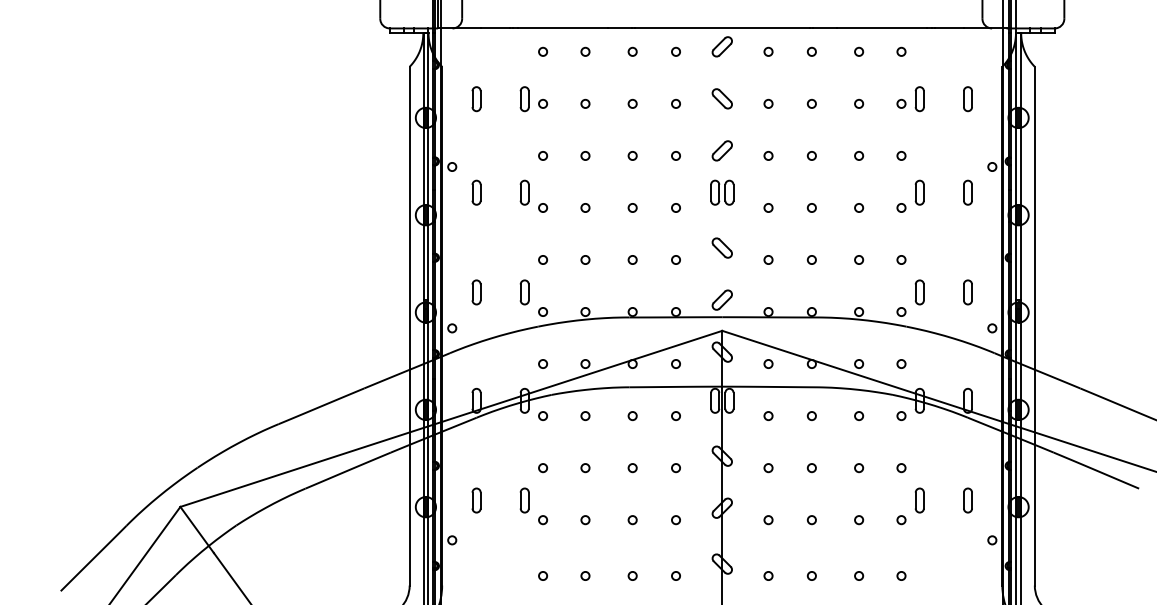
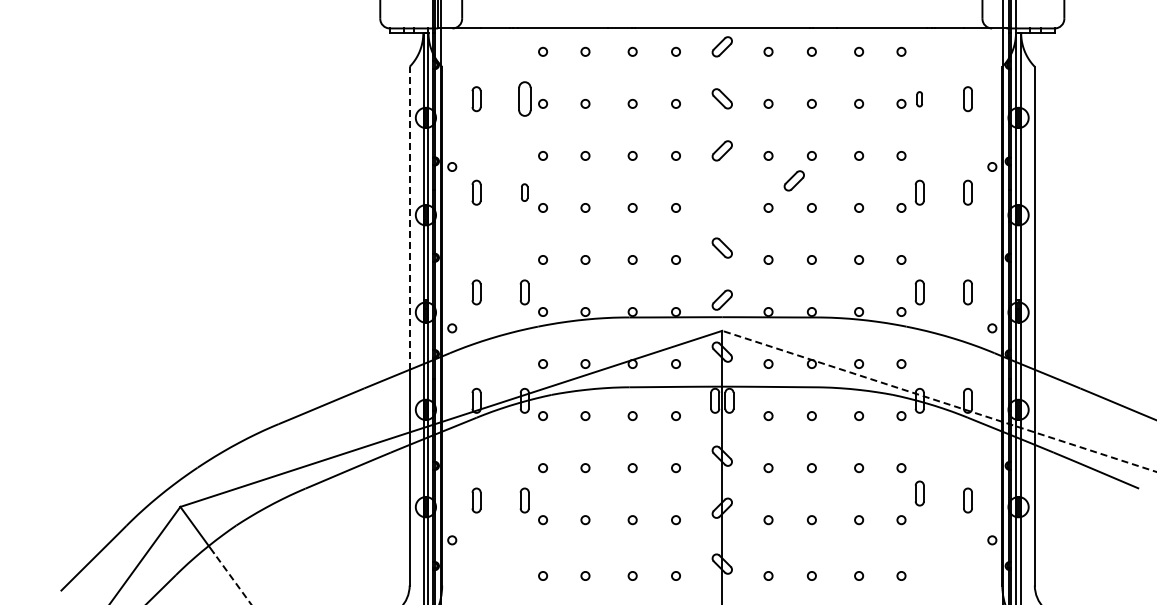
part at (524, 99) size: 11x27 px -> 14x36 px
part at (919, 99) size: 11x27 px -> 7x17 px
part at (793, 180): none -> present
part at (524, 192) size: 11x27 px -> 8x19 px
part at (722, 192): present -> none
line at (409, 217): solid -> dashed
line at (939, 401): solid -> dashed
part at (919, 500) position: (919, 500) -> (919, 493)
line at (232, 578): solid -> dashed
